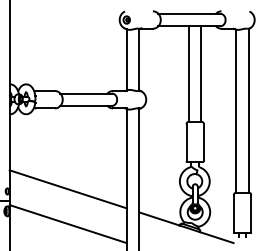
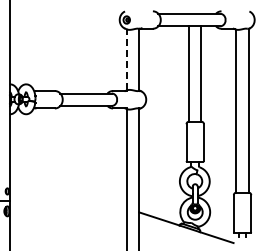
line at (126, 59): solid -> dashed
line at (67, 189): present -> none
line at (67, 224): present -> none
